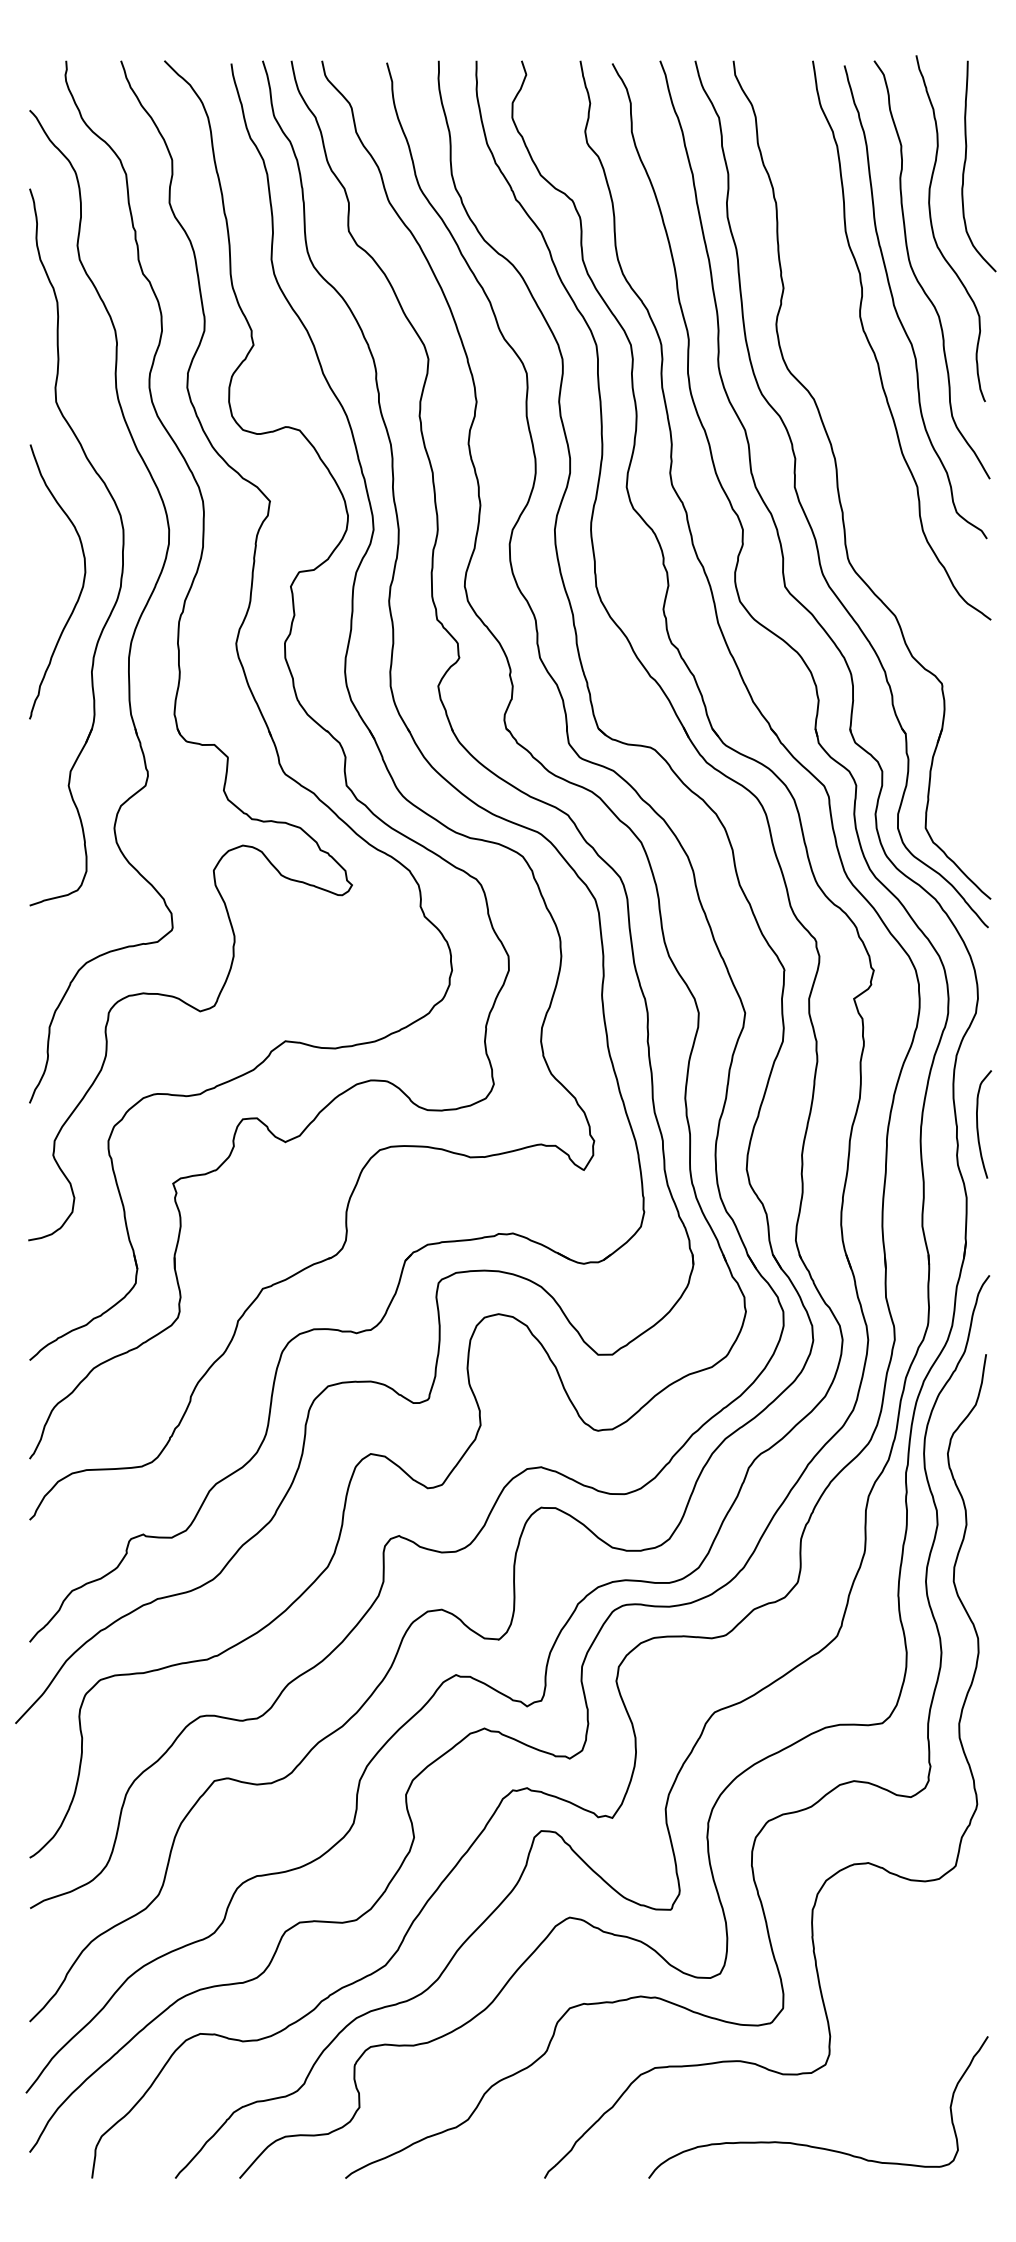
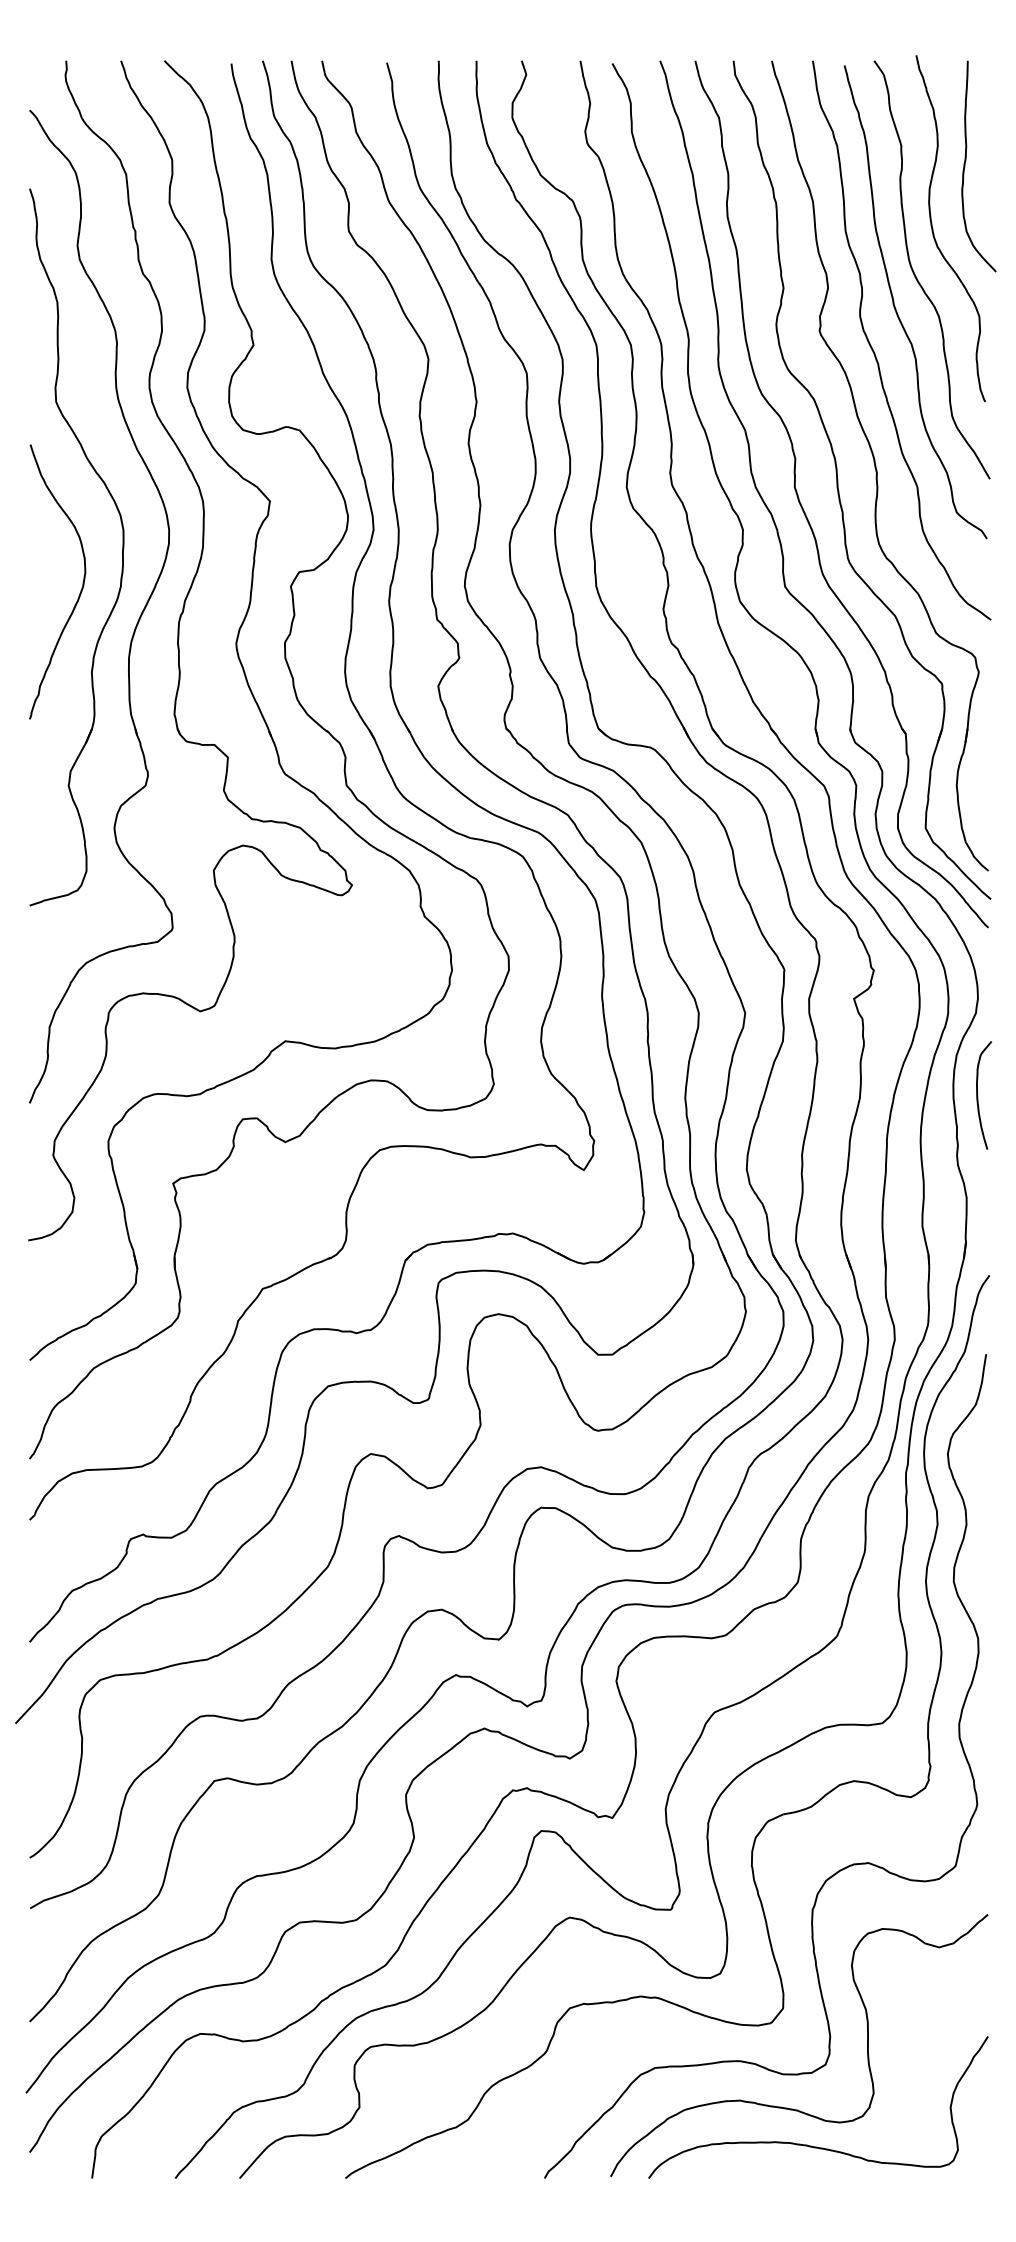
part at (879, 465): none -> present
curve at (978, 1124) position: (978, 1124) -> (978, 1095)
curve at (787, 2107): none -> present
